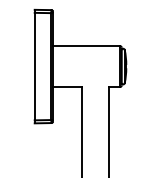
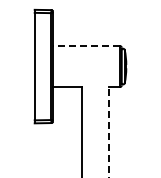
line at (86, 46): solid -> dashed
line at (108, 132): solid -> dashed
